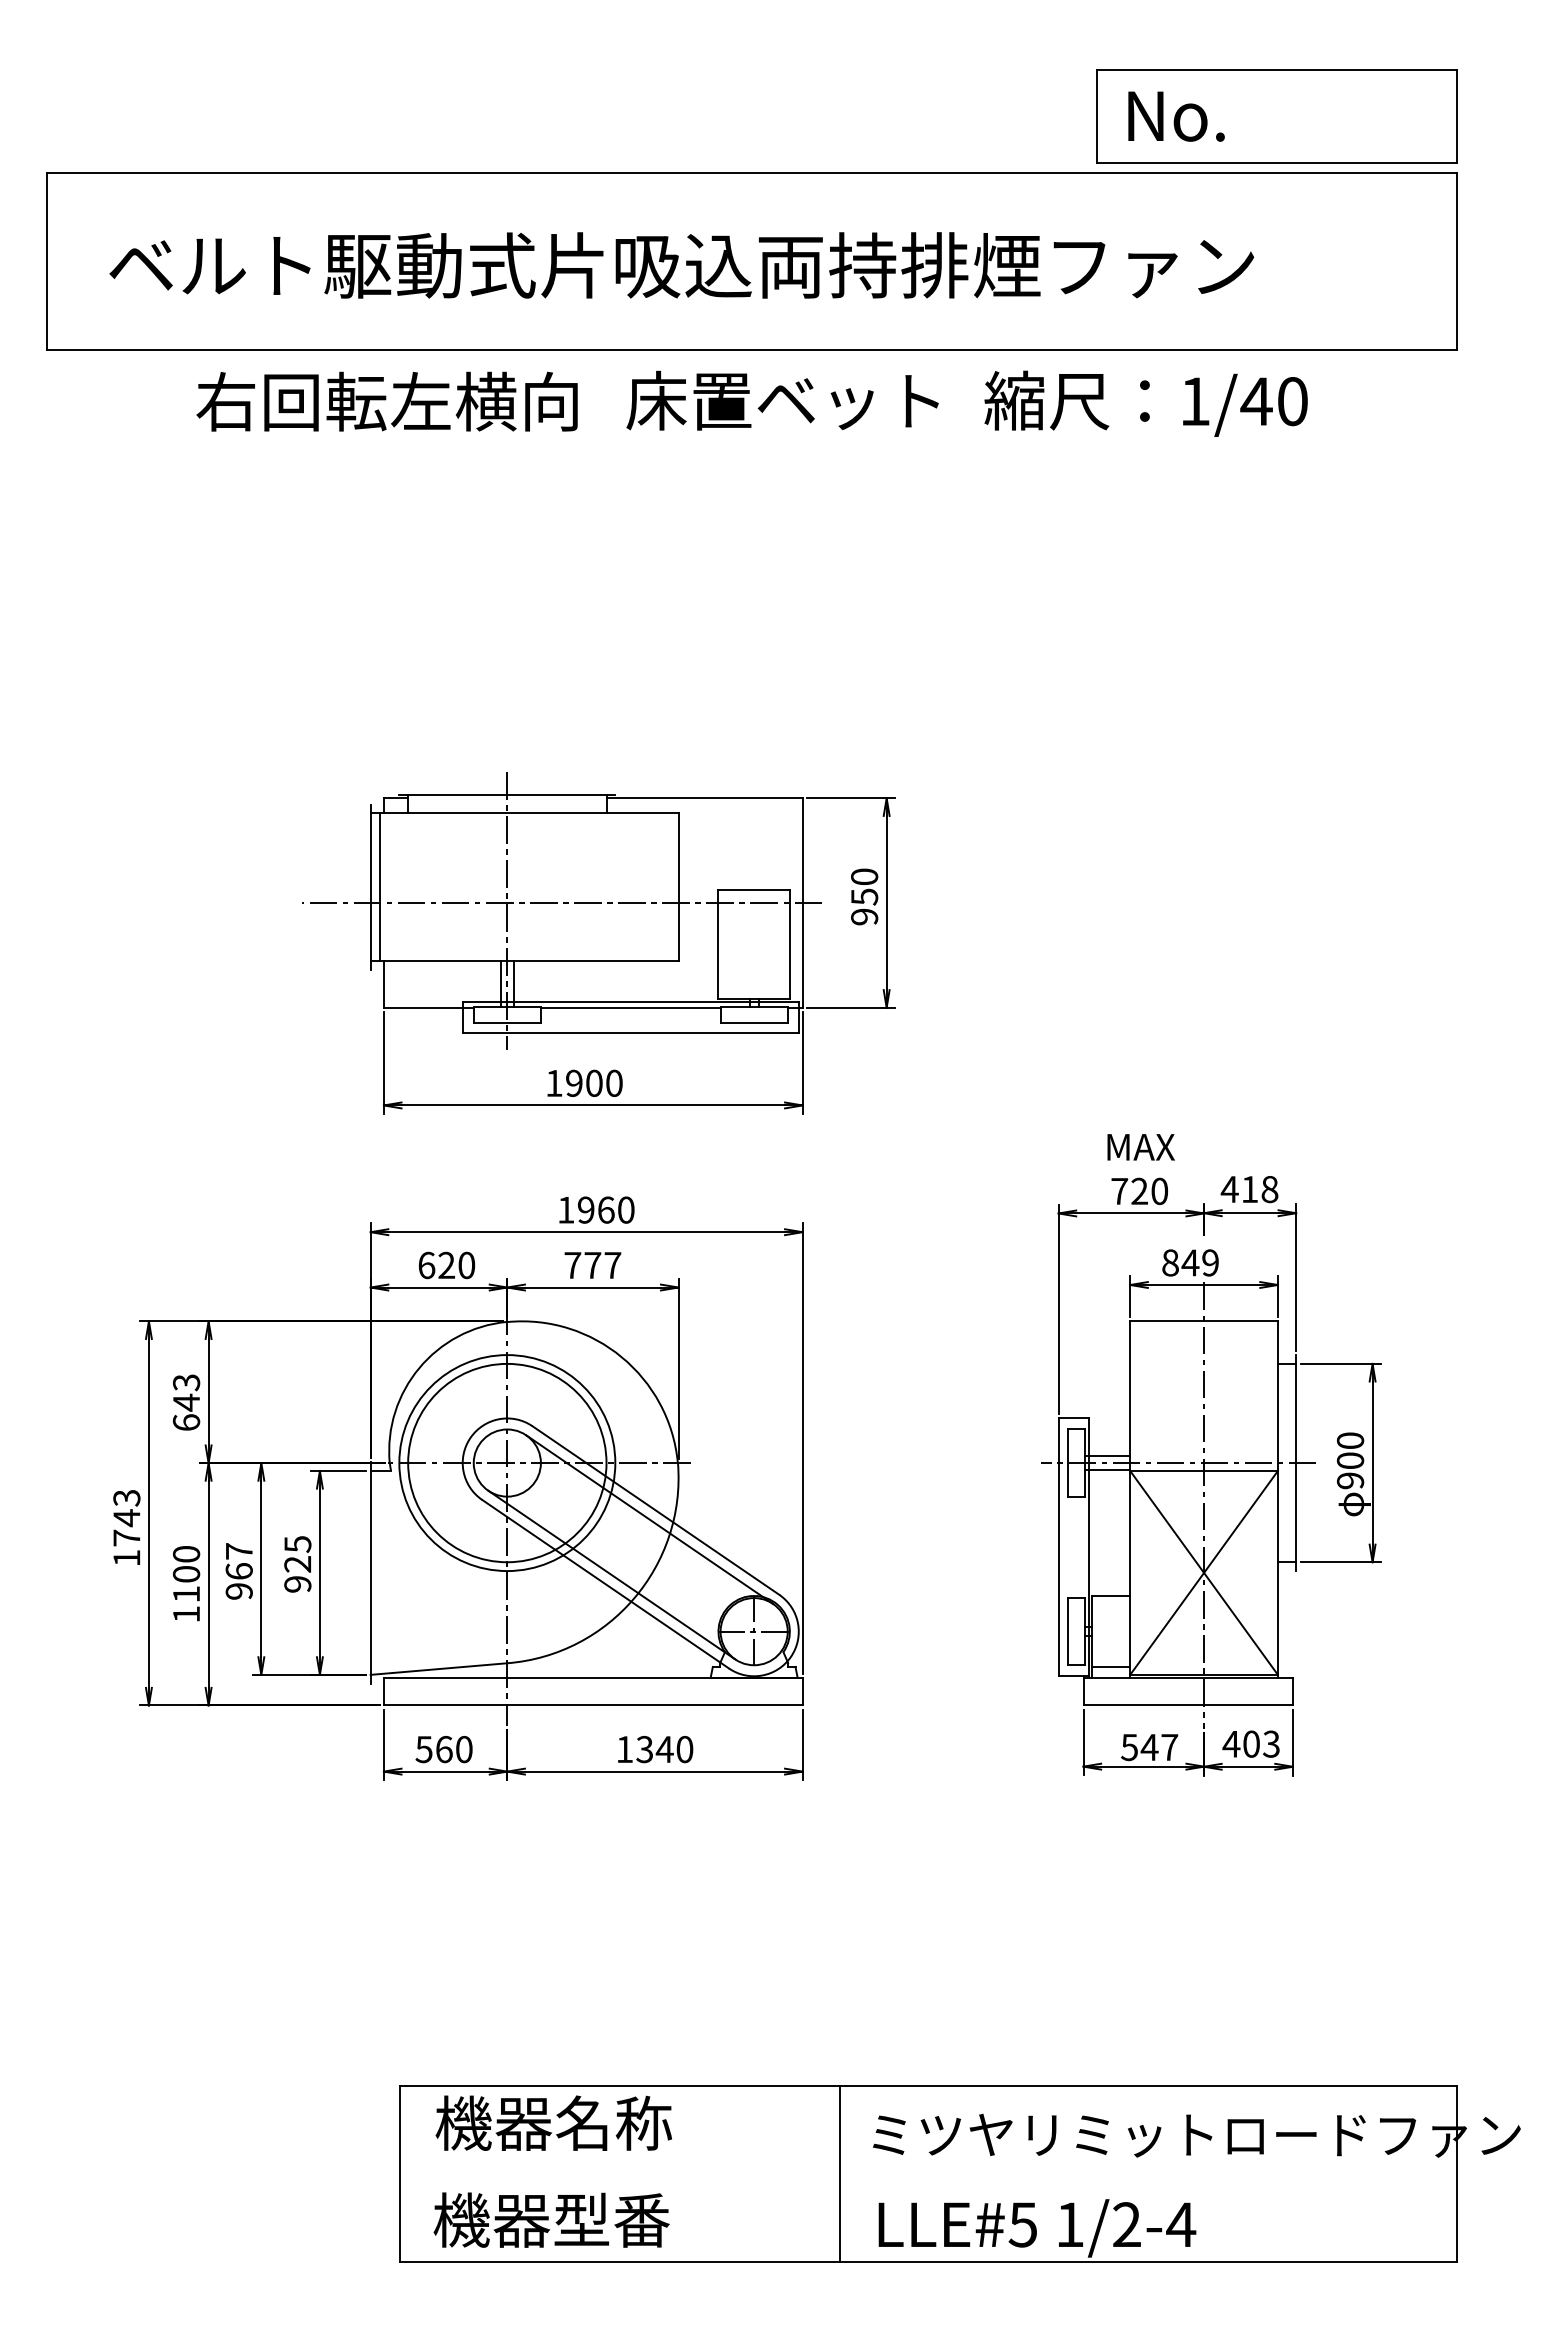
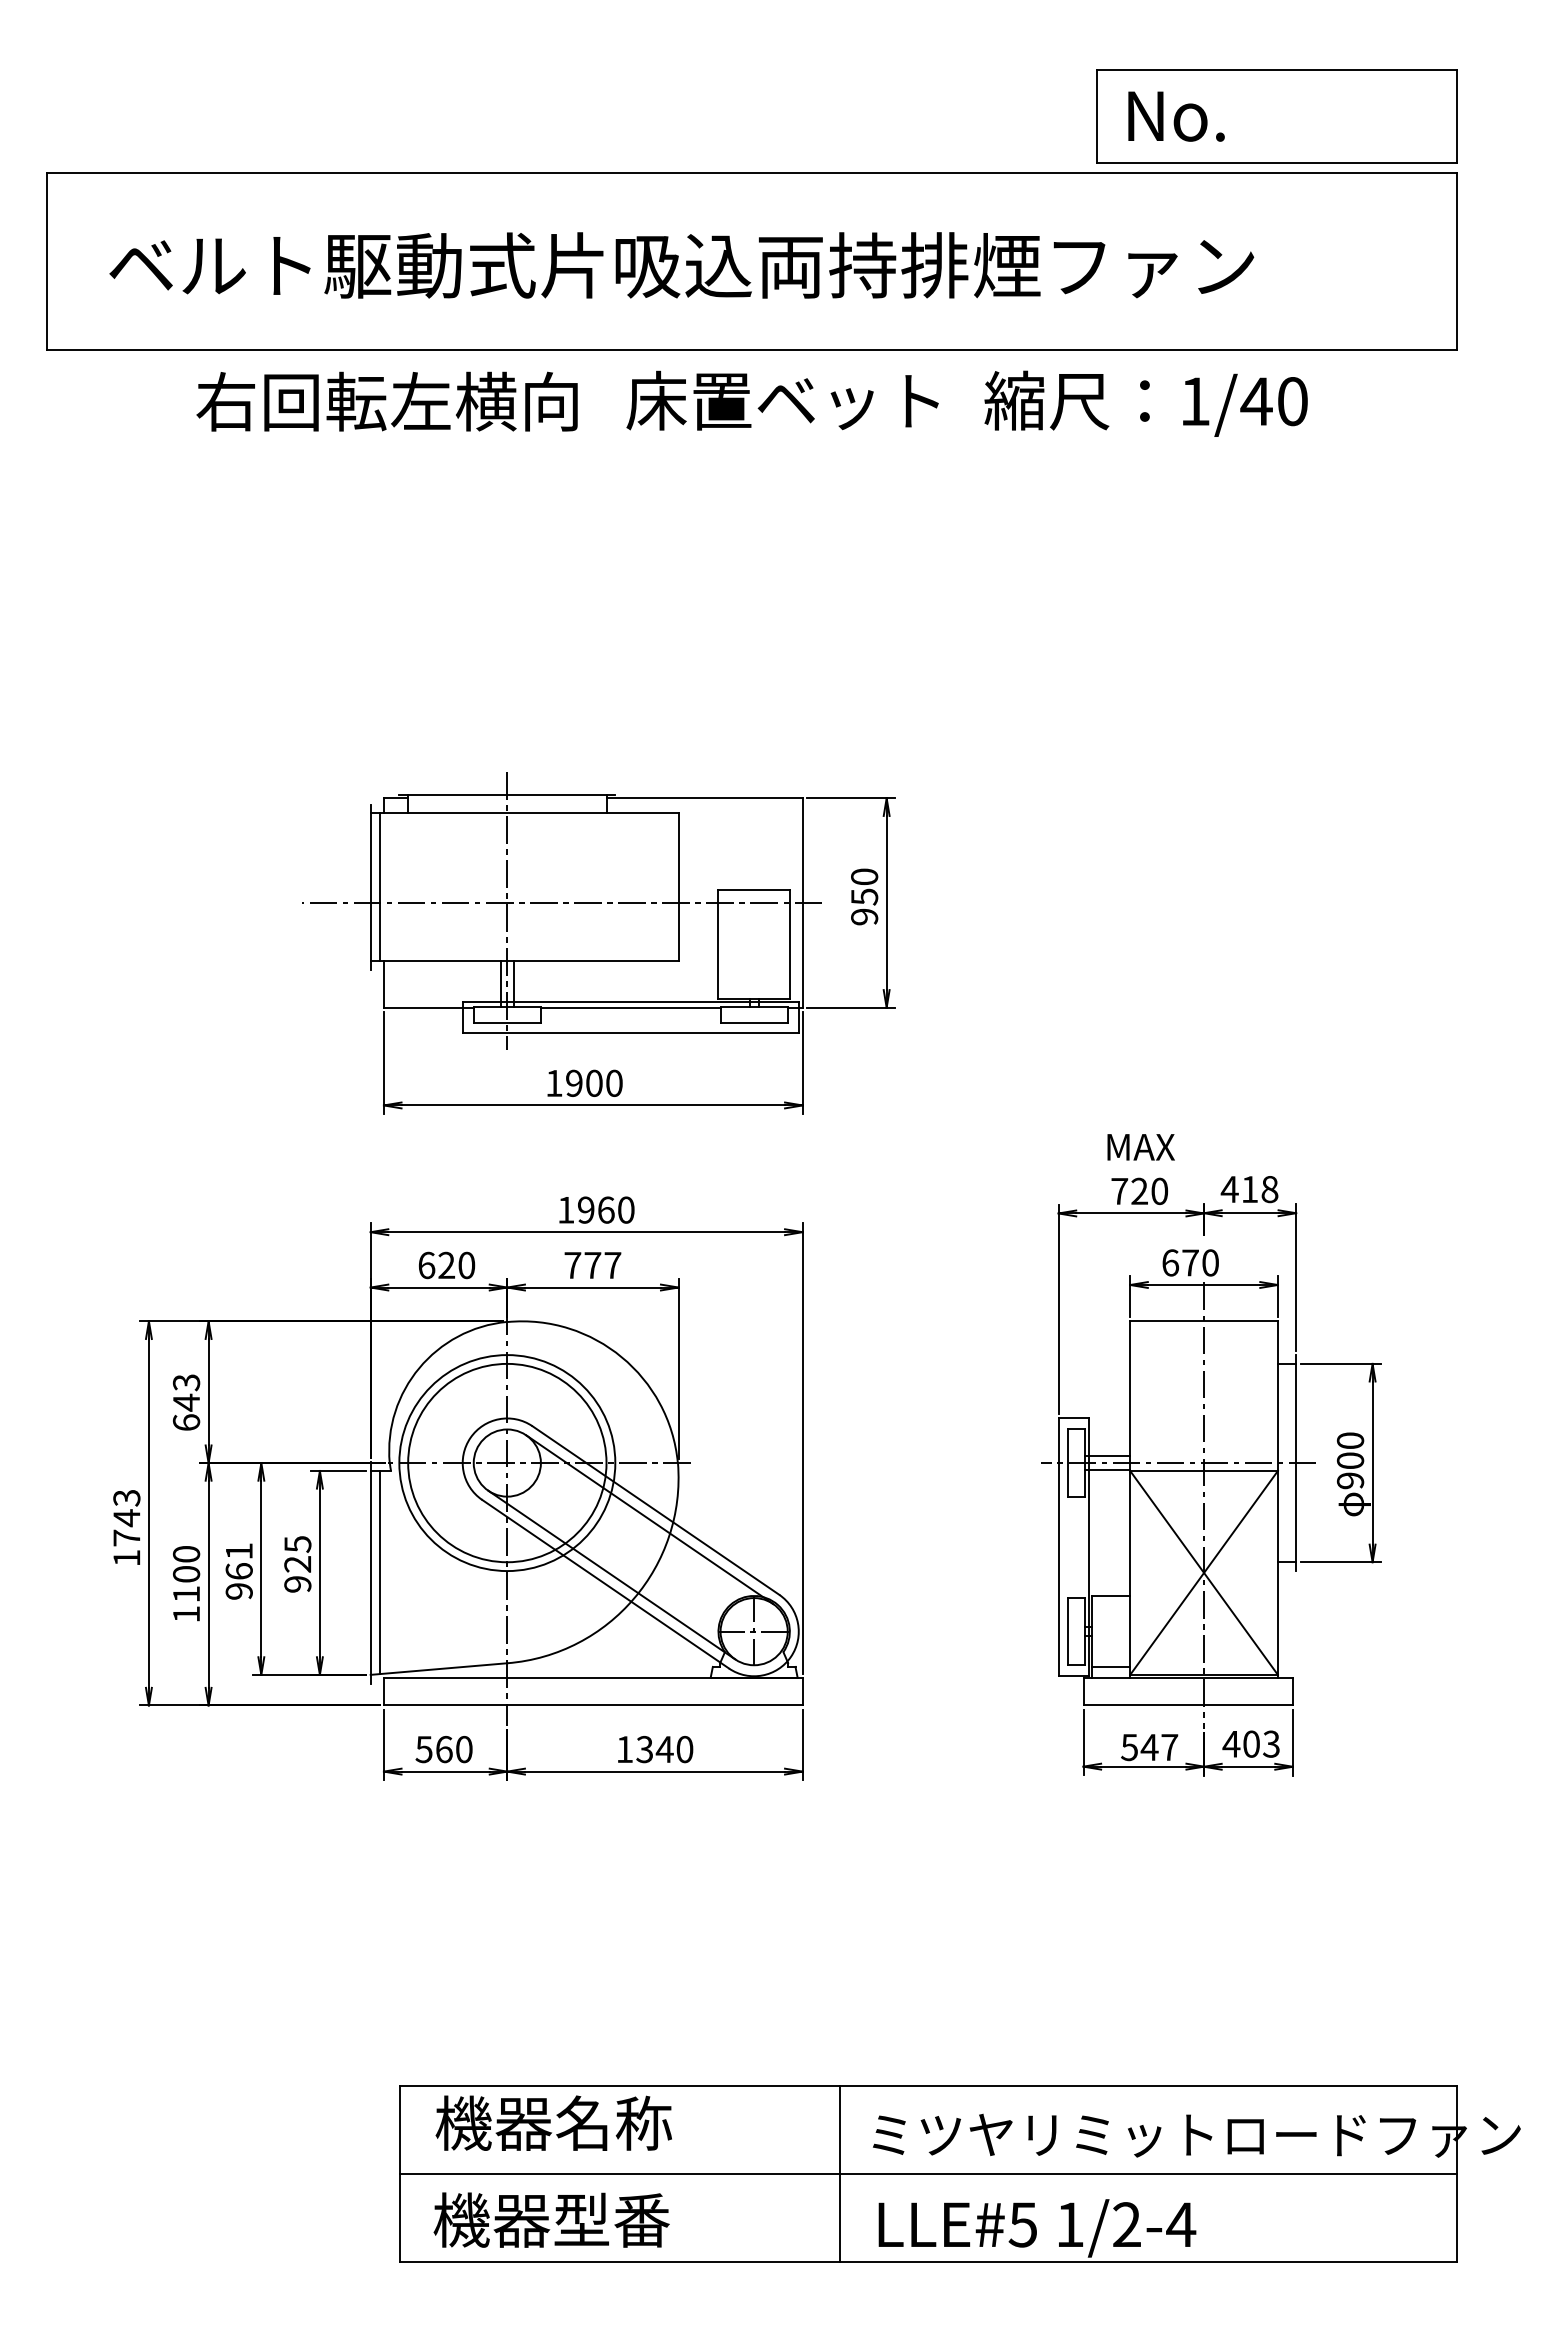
text at (1190, 1262): 849 -> 670
text at (239, 1551): 967 -> 961
line at (379, 1572): none -> present
line at (928, 2173): none -> present
